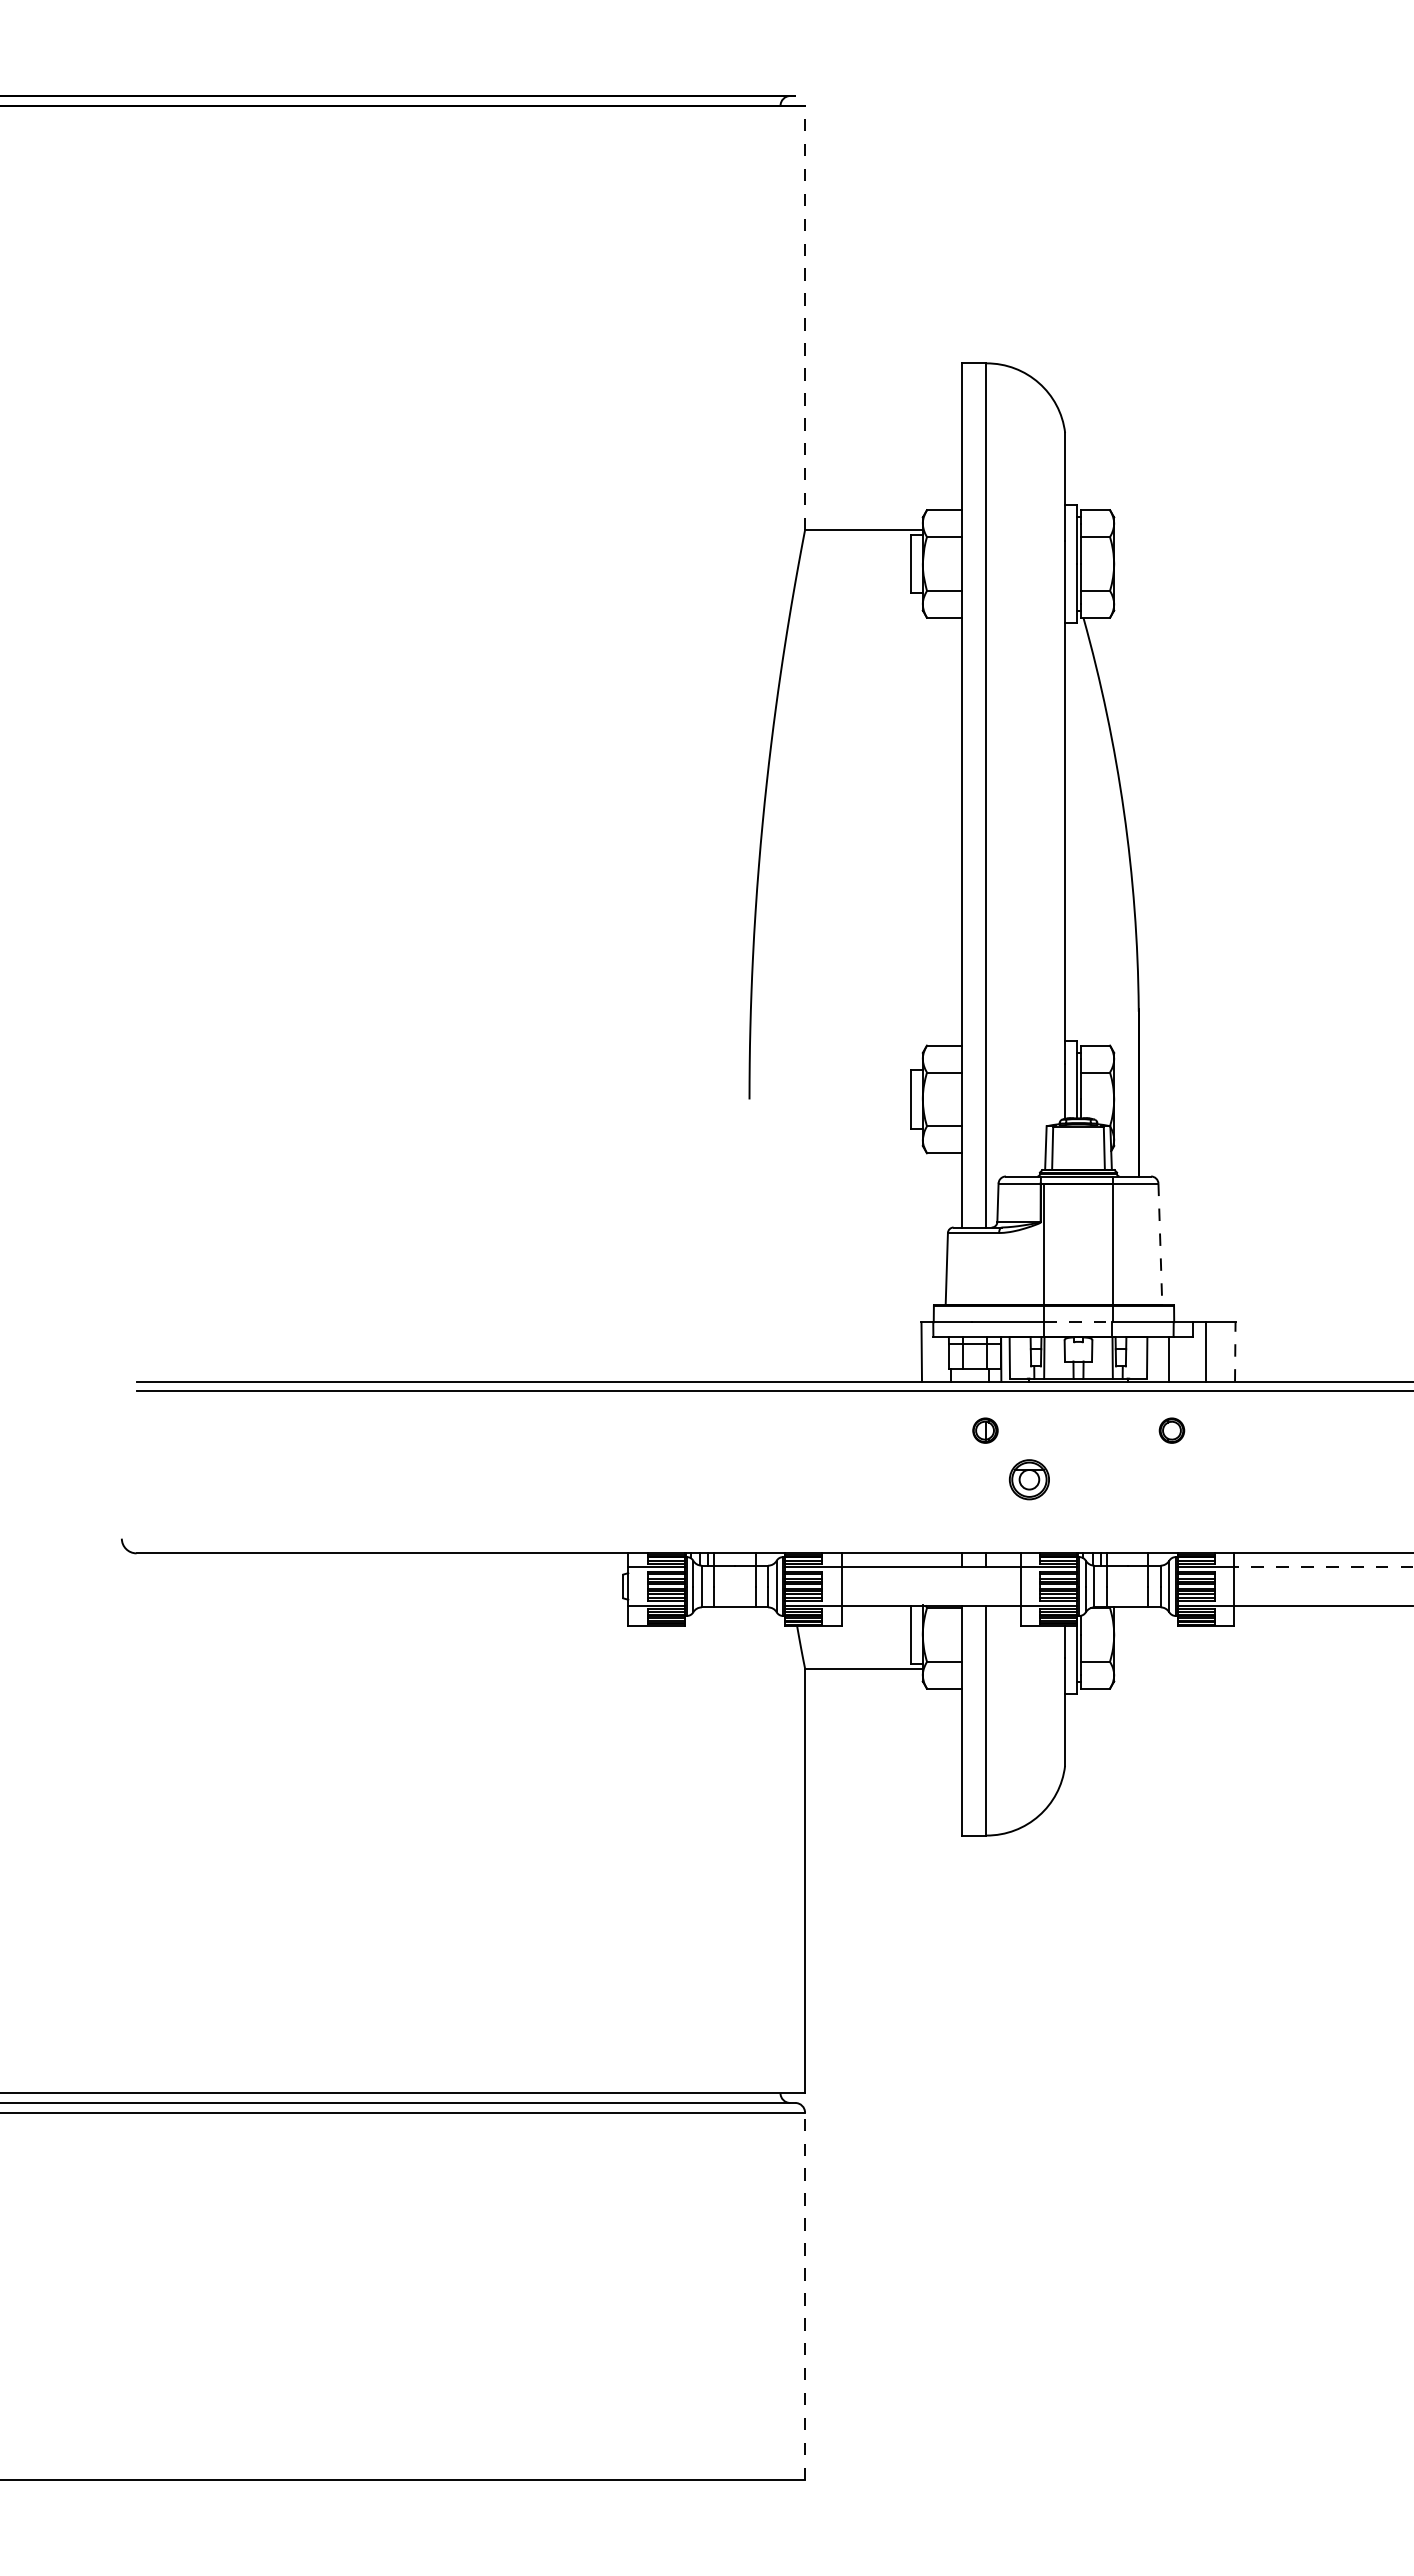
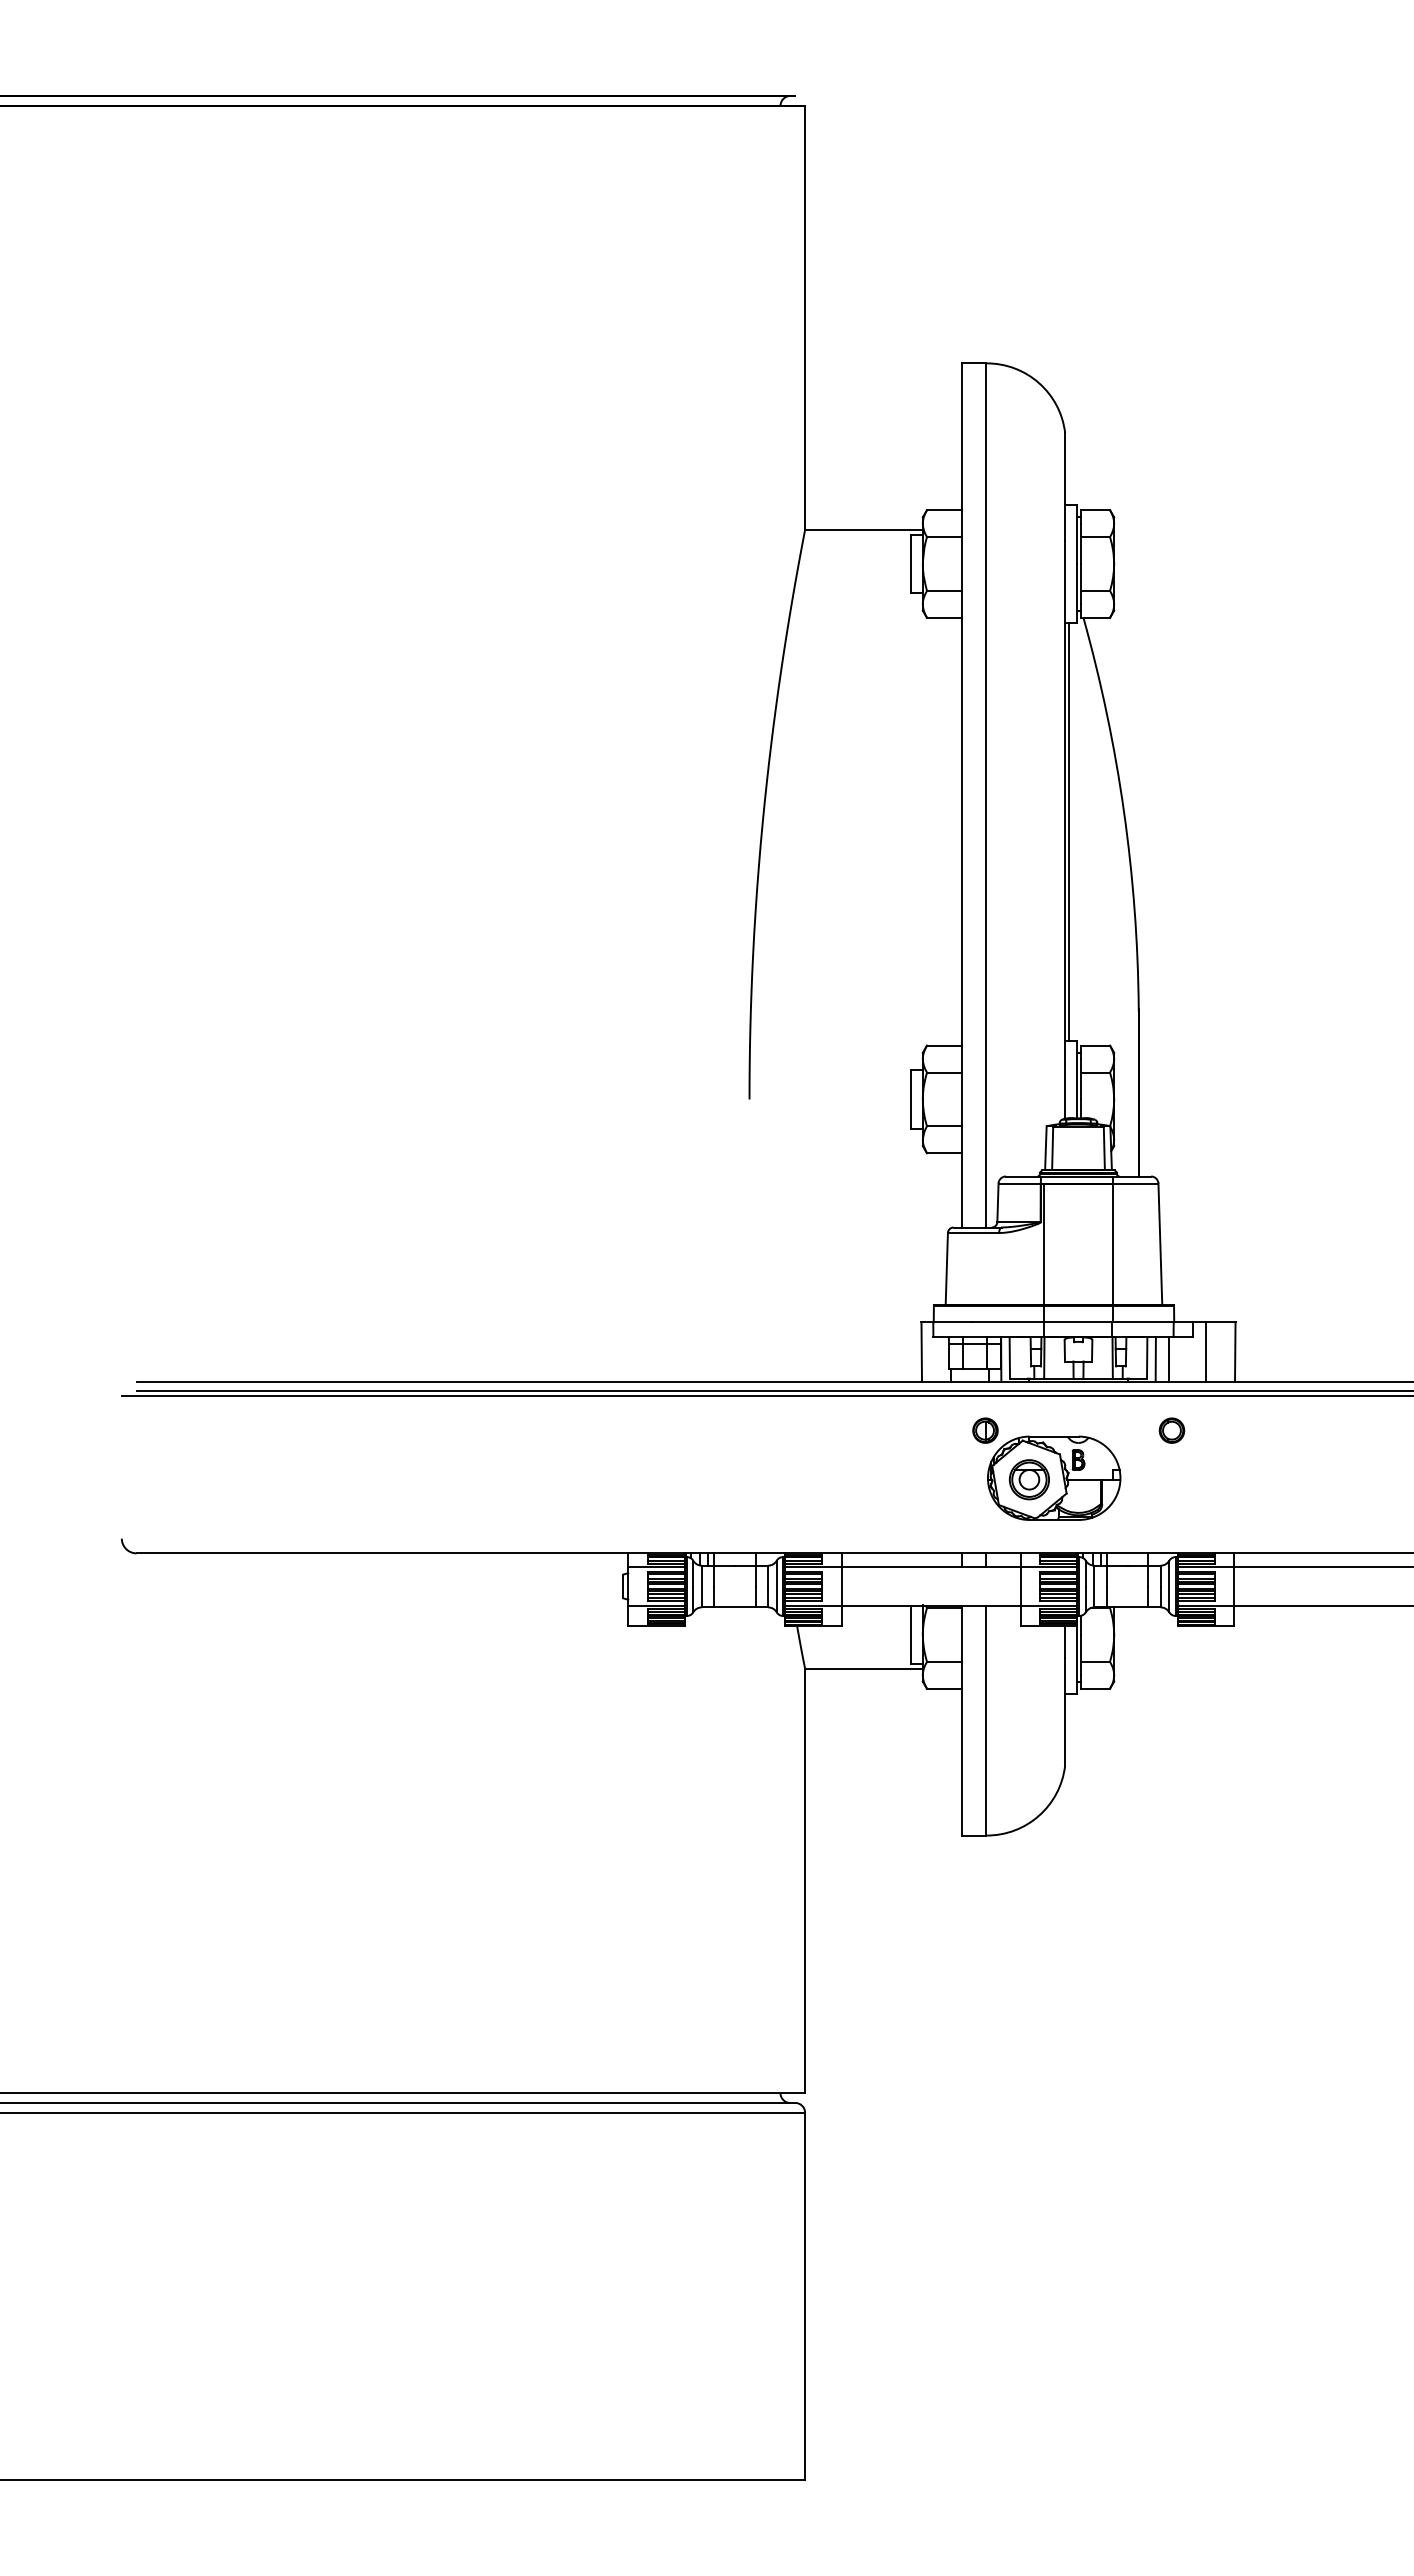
line at (805, 317): dashed -> solid
line at (1068, 831): none -> present
line at (1160, 1244): dashed -> solid
line at (1079, 1322): dashed -> solid
line at (1235, 1351): dashed -> solid
line at (1155, 1358): none -> present
line at (765, 1396): none -> present
part at (1054, 1477): none -> present
line at (1323, 1566): dashed -> solid
line at (805, 2296): dashed -> solid
